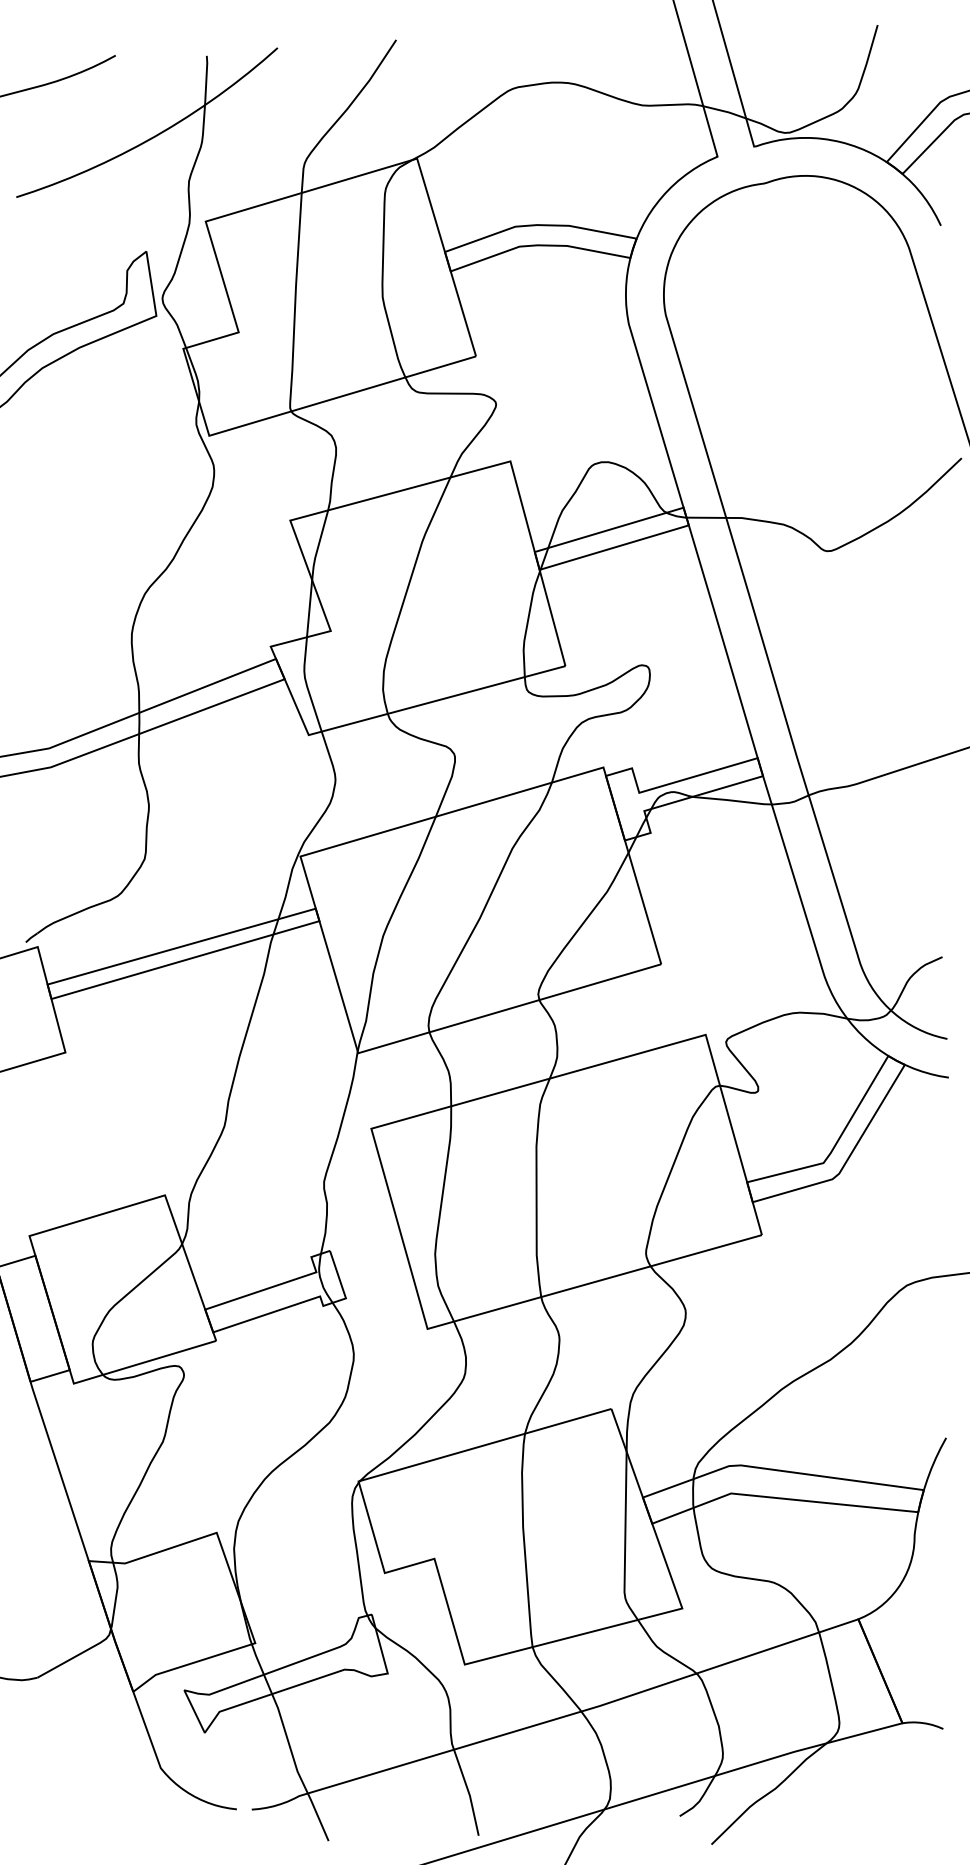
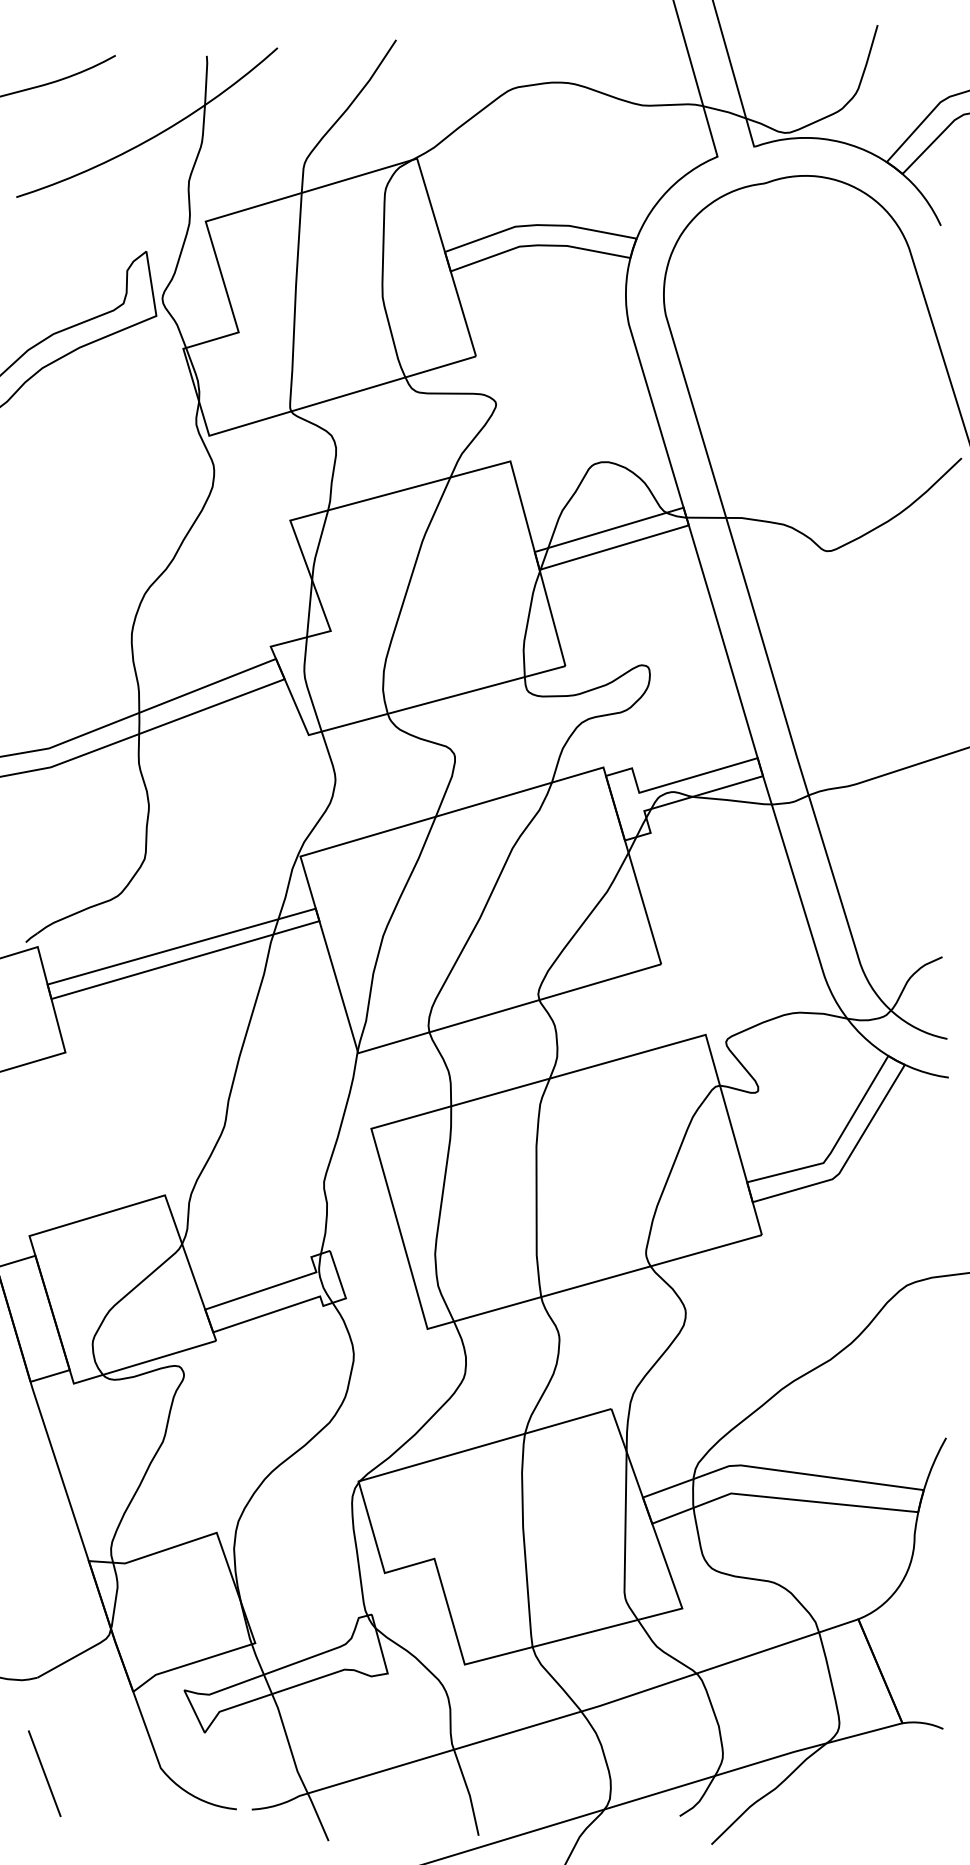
line at (44, 1773): none -> present
